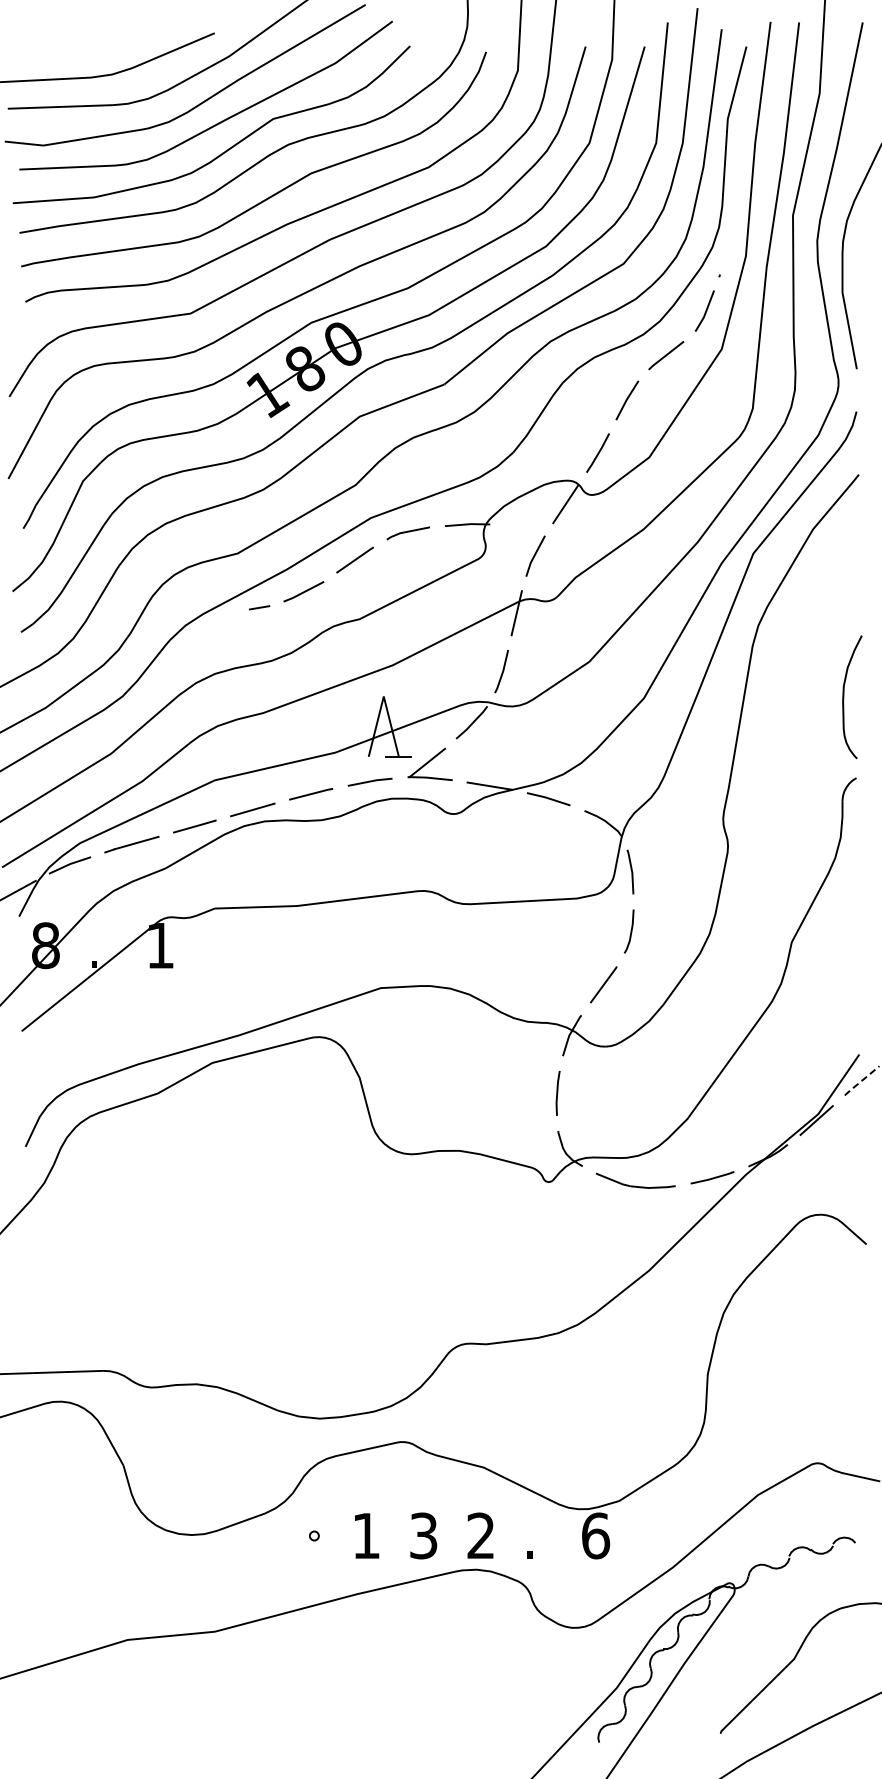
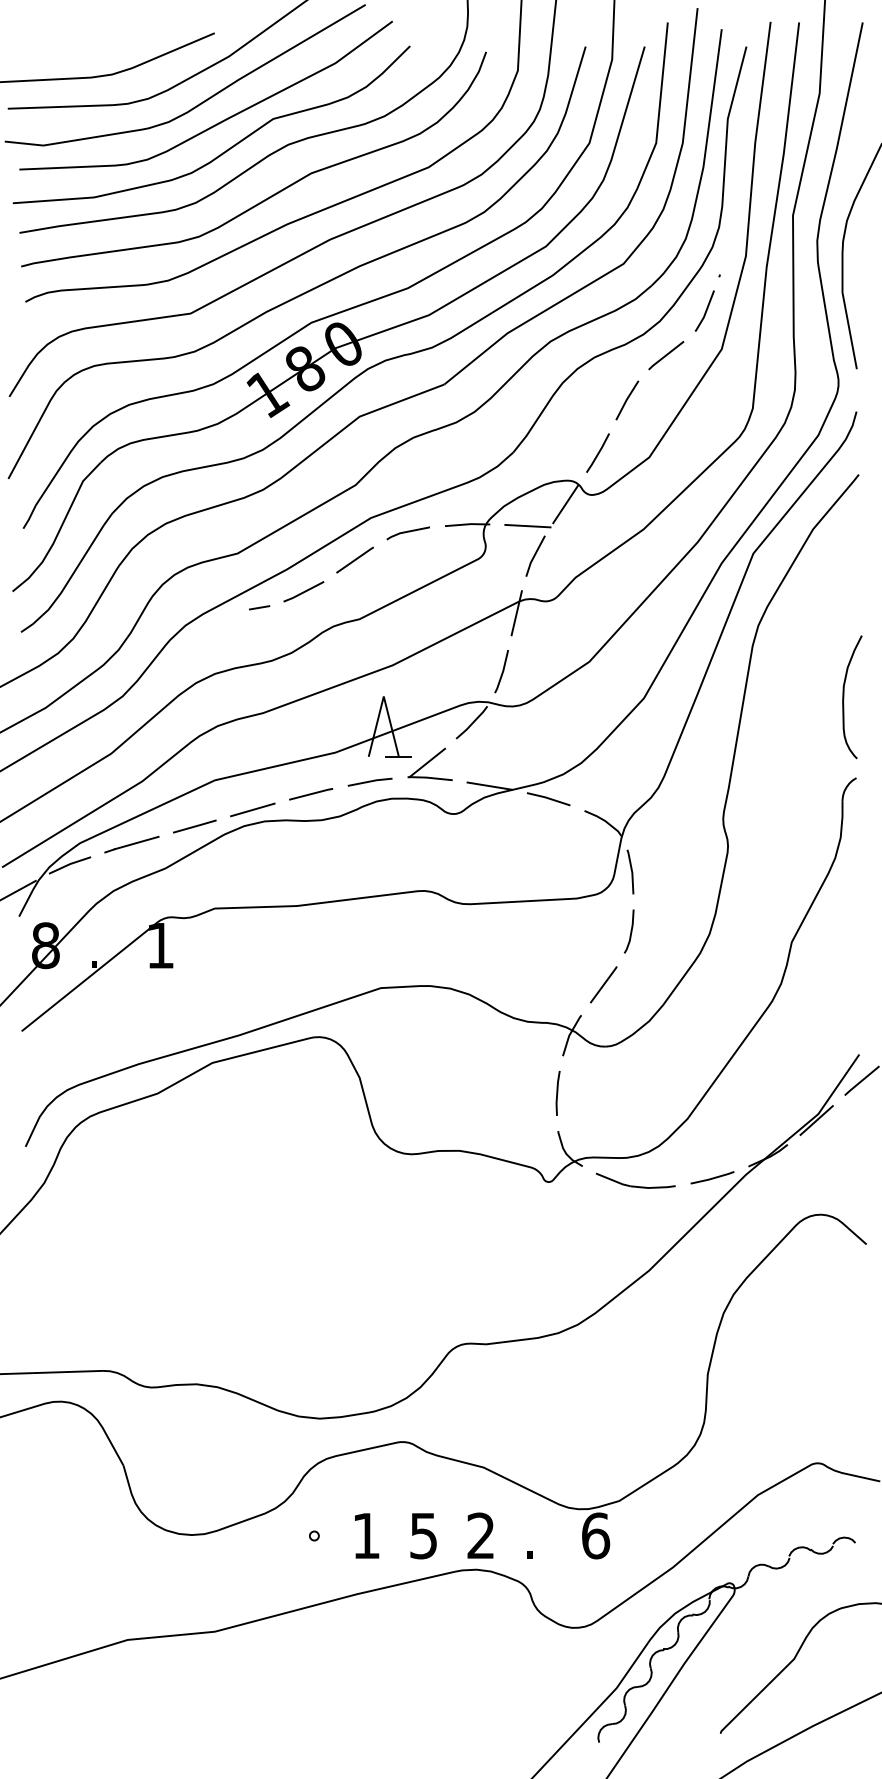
line at (527, 525): none -> present
line at (862, 1080): dashed -> solid
text at (423, 1535): 3 -> 5
